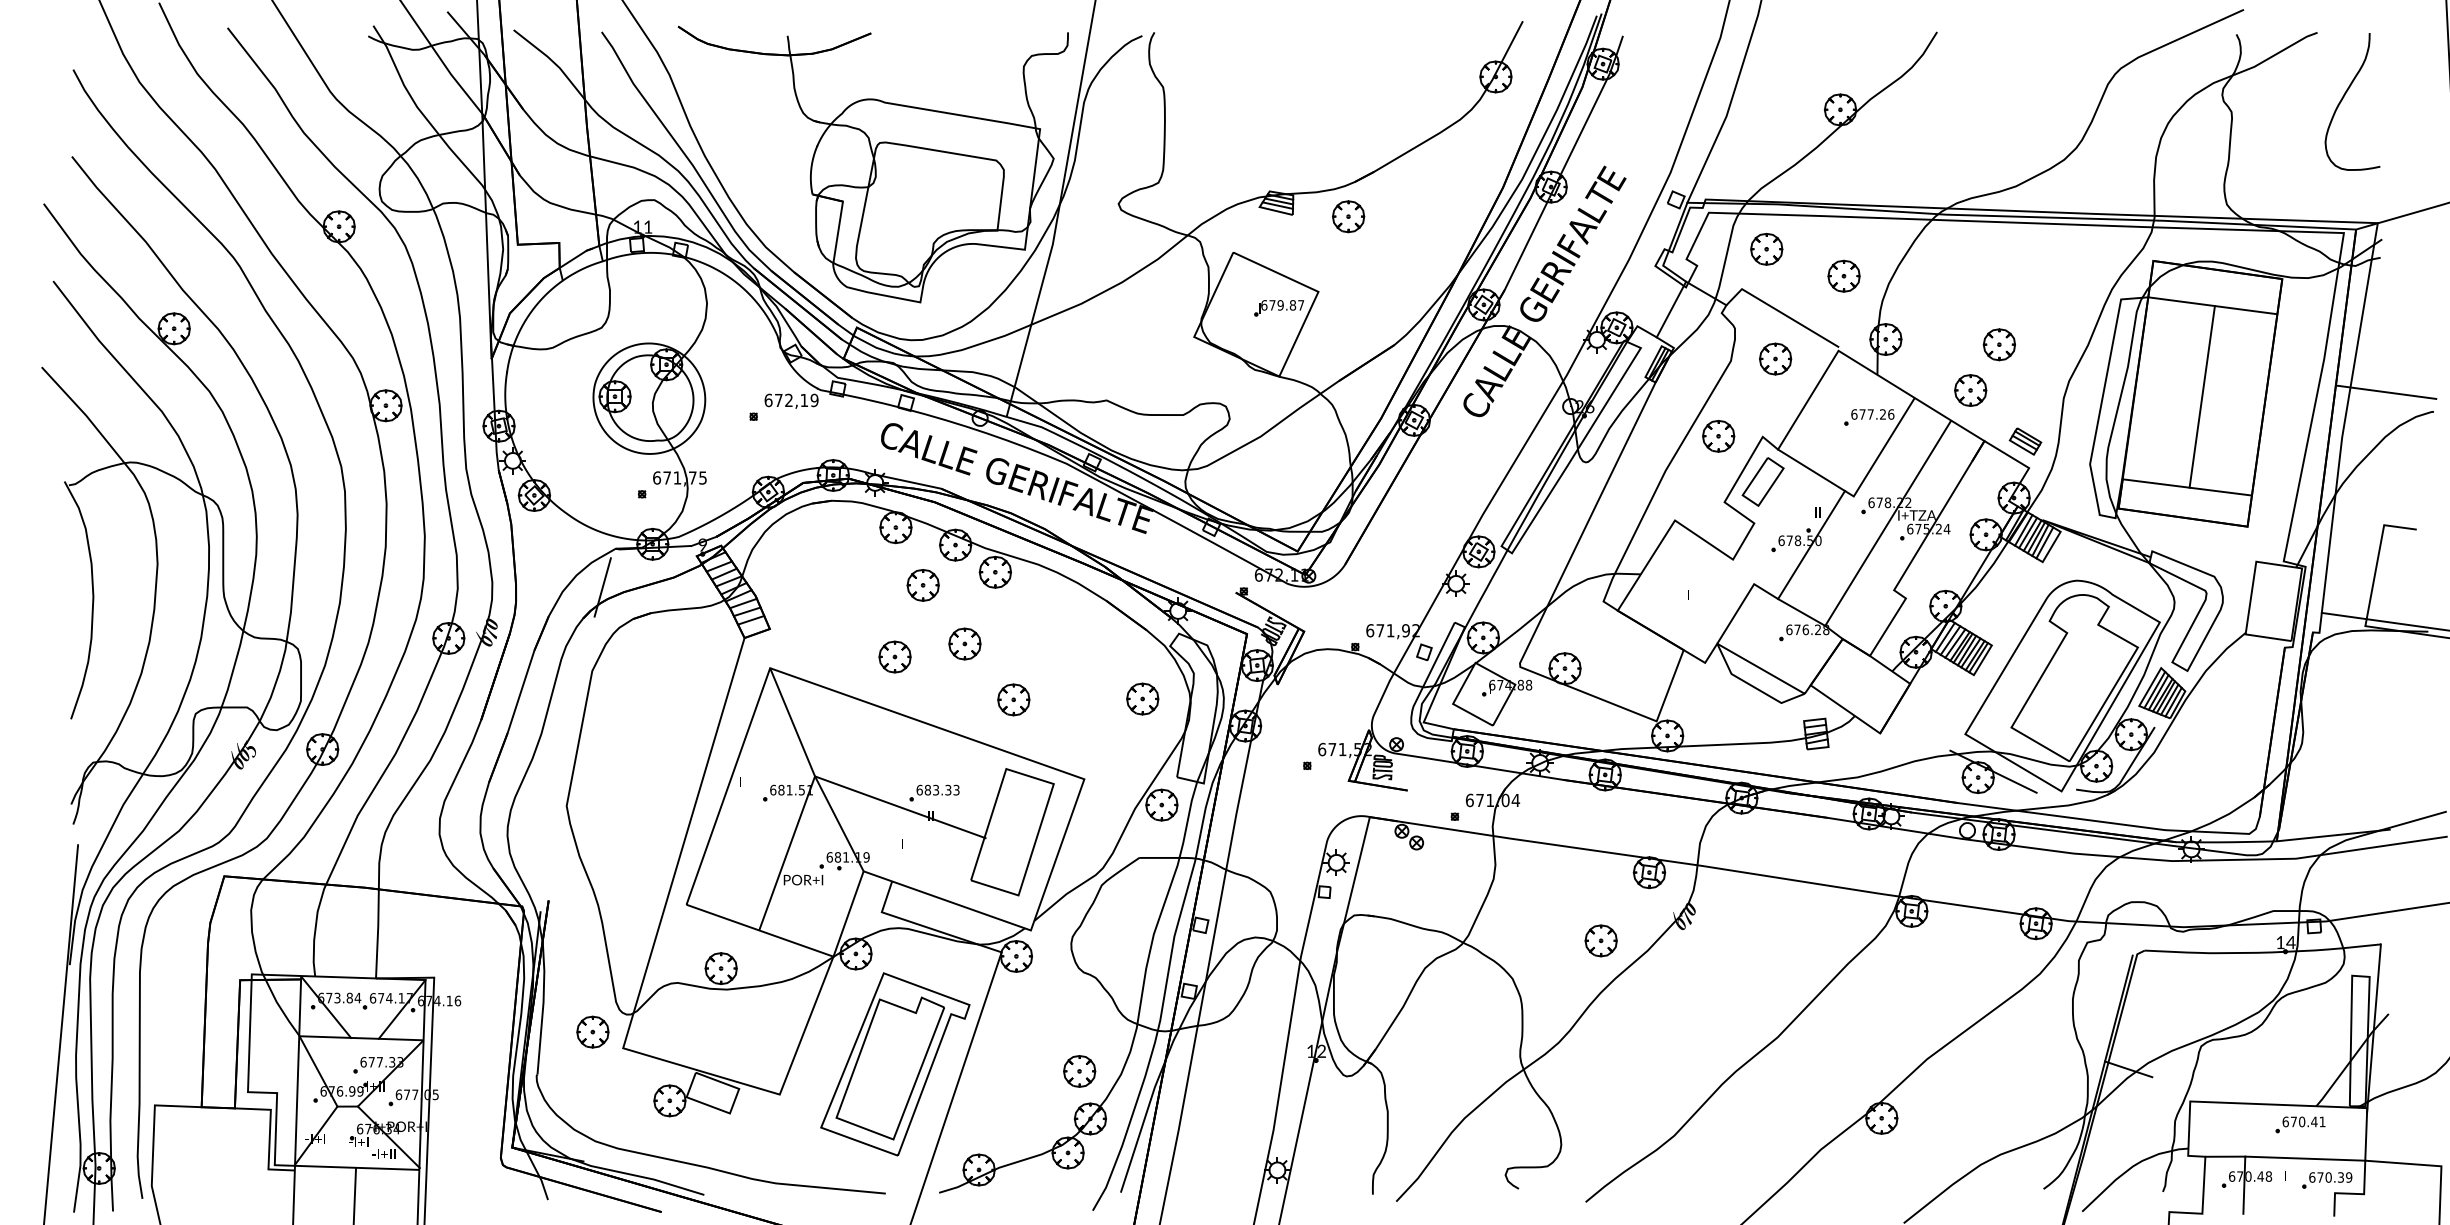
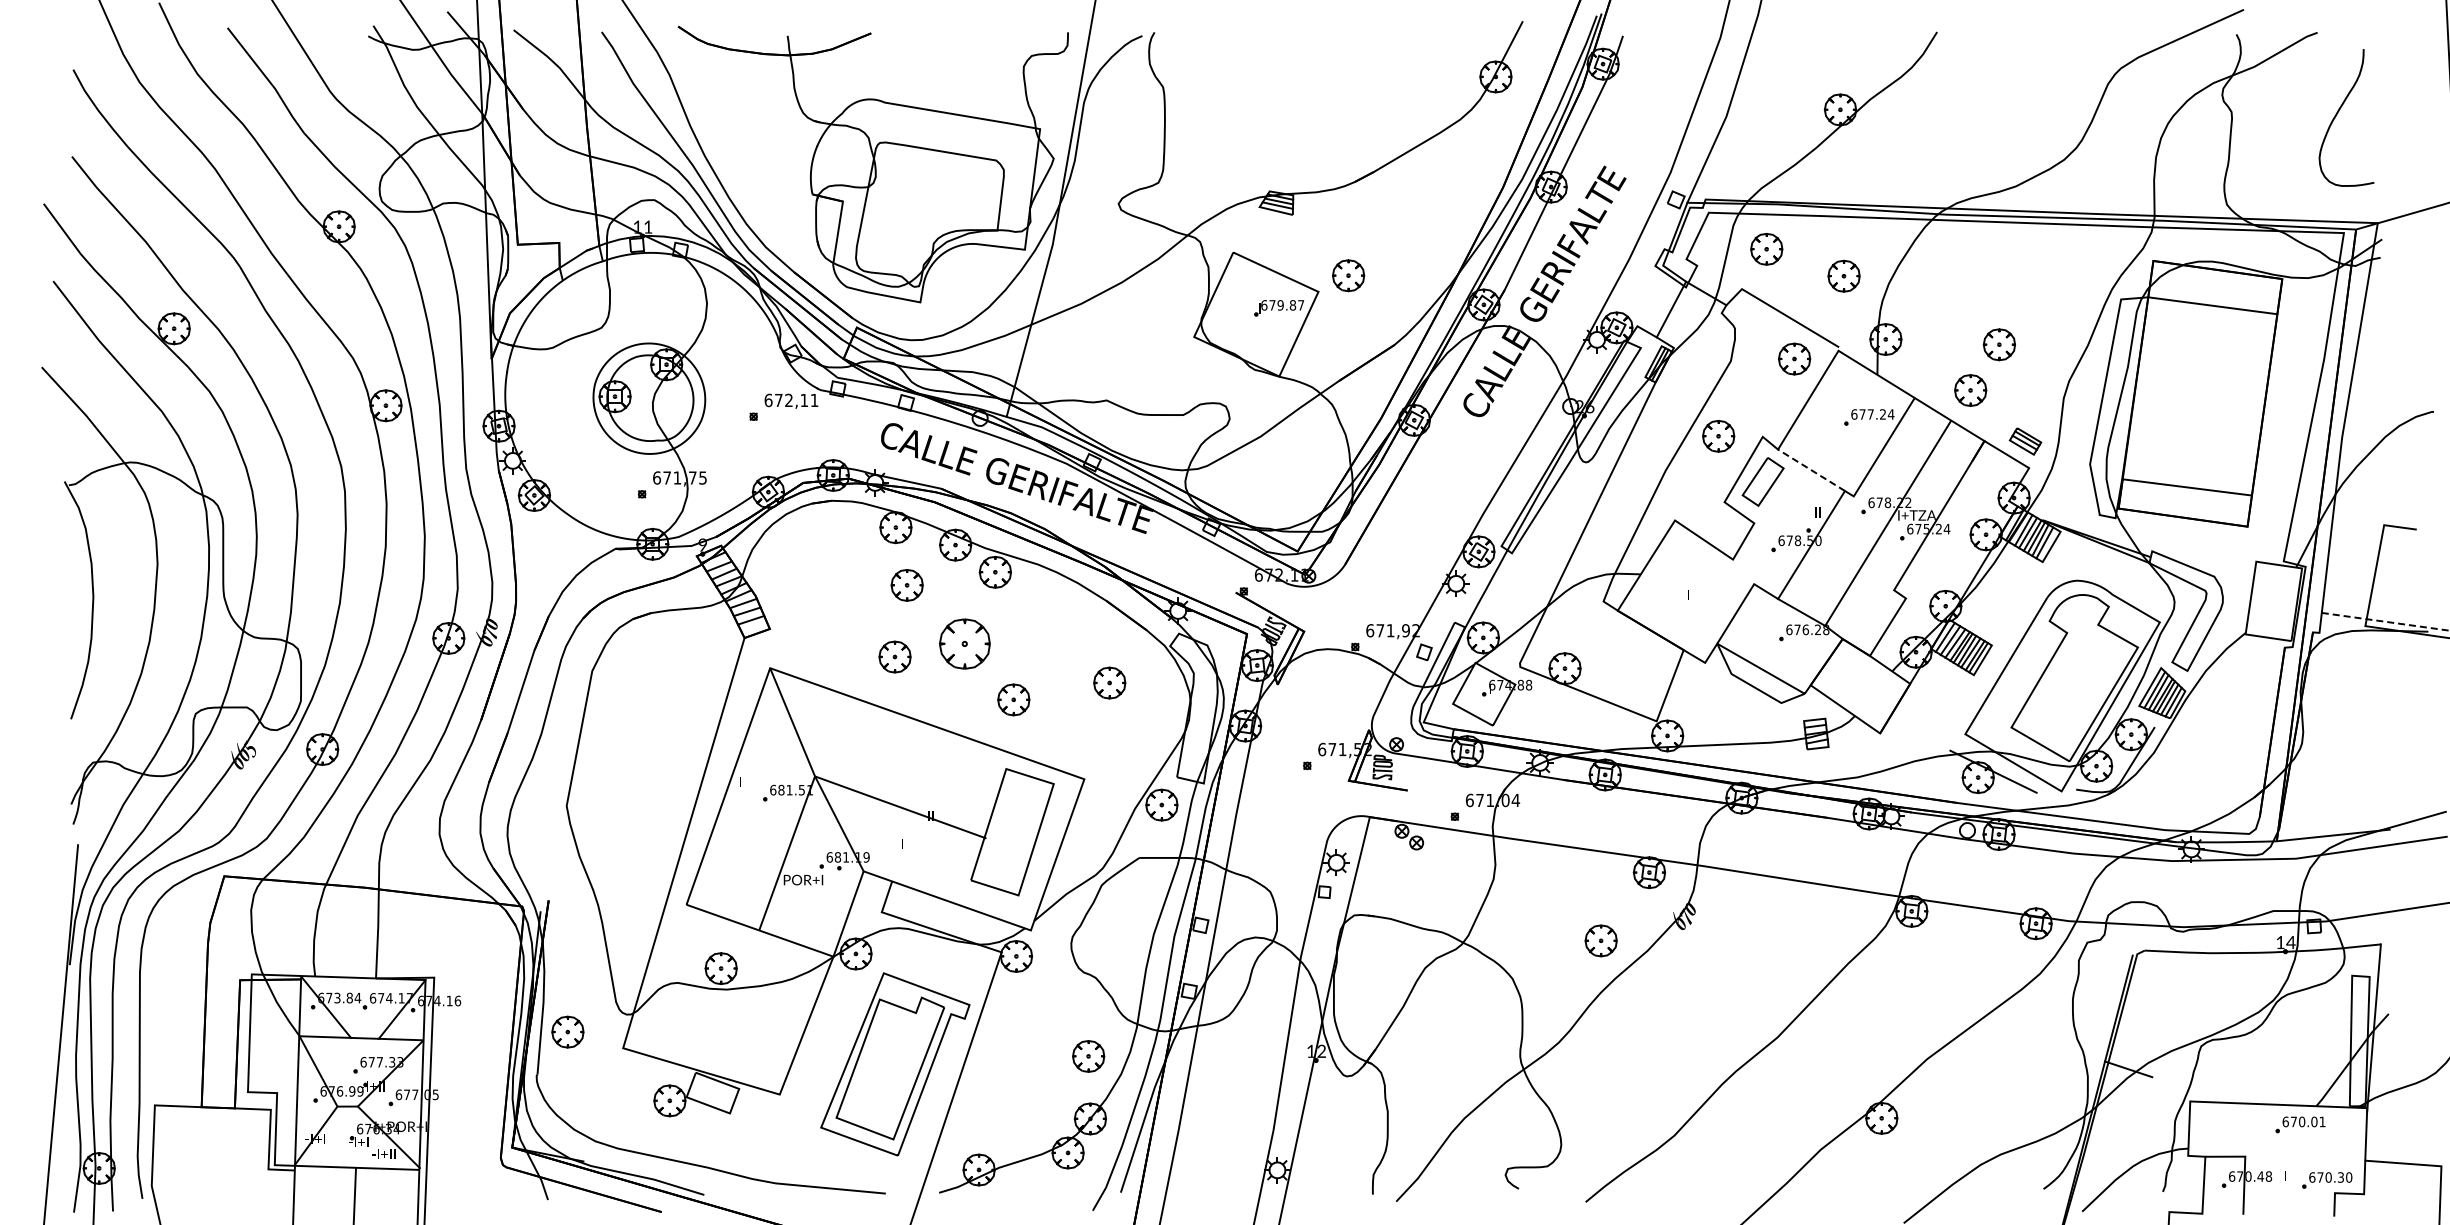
curve at (2344, 97) position: (2344, 97) -> (2338, 113)
part at (1348, 216) position: (1348, 216) -> (1348, 275)
part at (1775, 358) position: (1775, 358) -> (1794, 358)
line at (2385, 391): present -> none
line at (2201, 396): present -> none
text at (814, 400): 672,19 -> 672,11
text at (1890, 414): 677.26 -> 677.24
line at (1811, 470): solid -> dashed
part at (922, 585) position: (922, 585) -> (906, 585)
line at (602, 587): present -> none
line at (2386, 621): solid -> dashed
part at (964, 643) size: 34x34 px -> 52x52 px
part at (1142, 698) position: (1142, 698) -> (1109, 682)
part at (934, 792): present -> none
part at (592, 1031) position: (592, 1031) -> (567, 1031)
part at (1079, 1071) position: (1079, 1071) -> (1088, 1056)
text at (2314, 1121): 670.41 -> 670.01
line at (2305, 1158): present -> none
text at (2349, 1177): 670.39 -> 670.30
